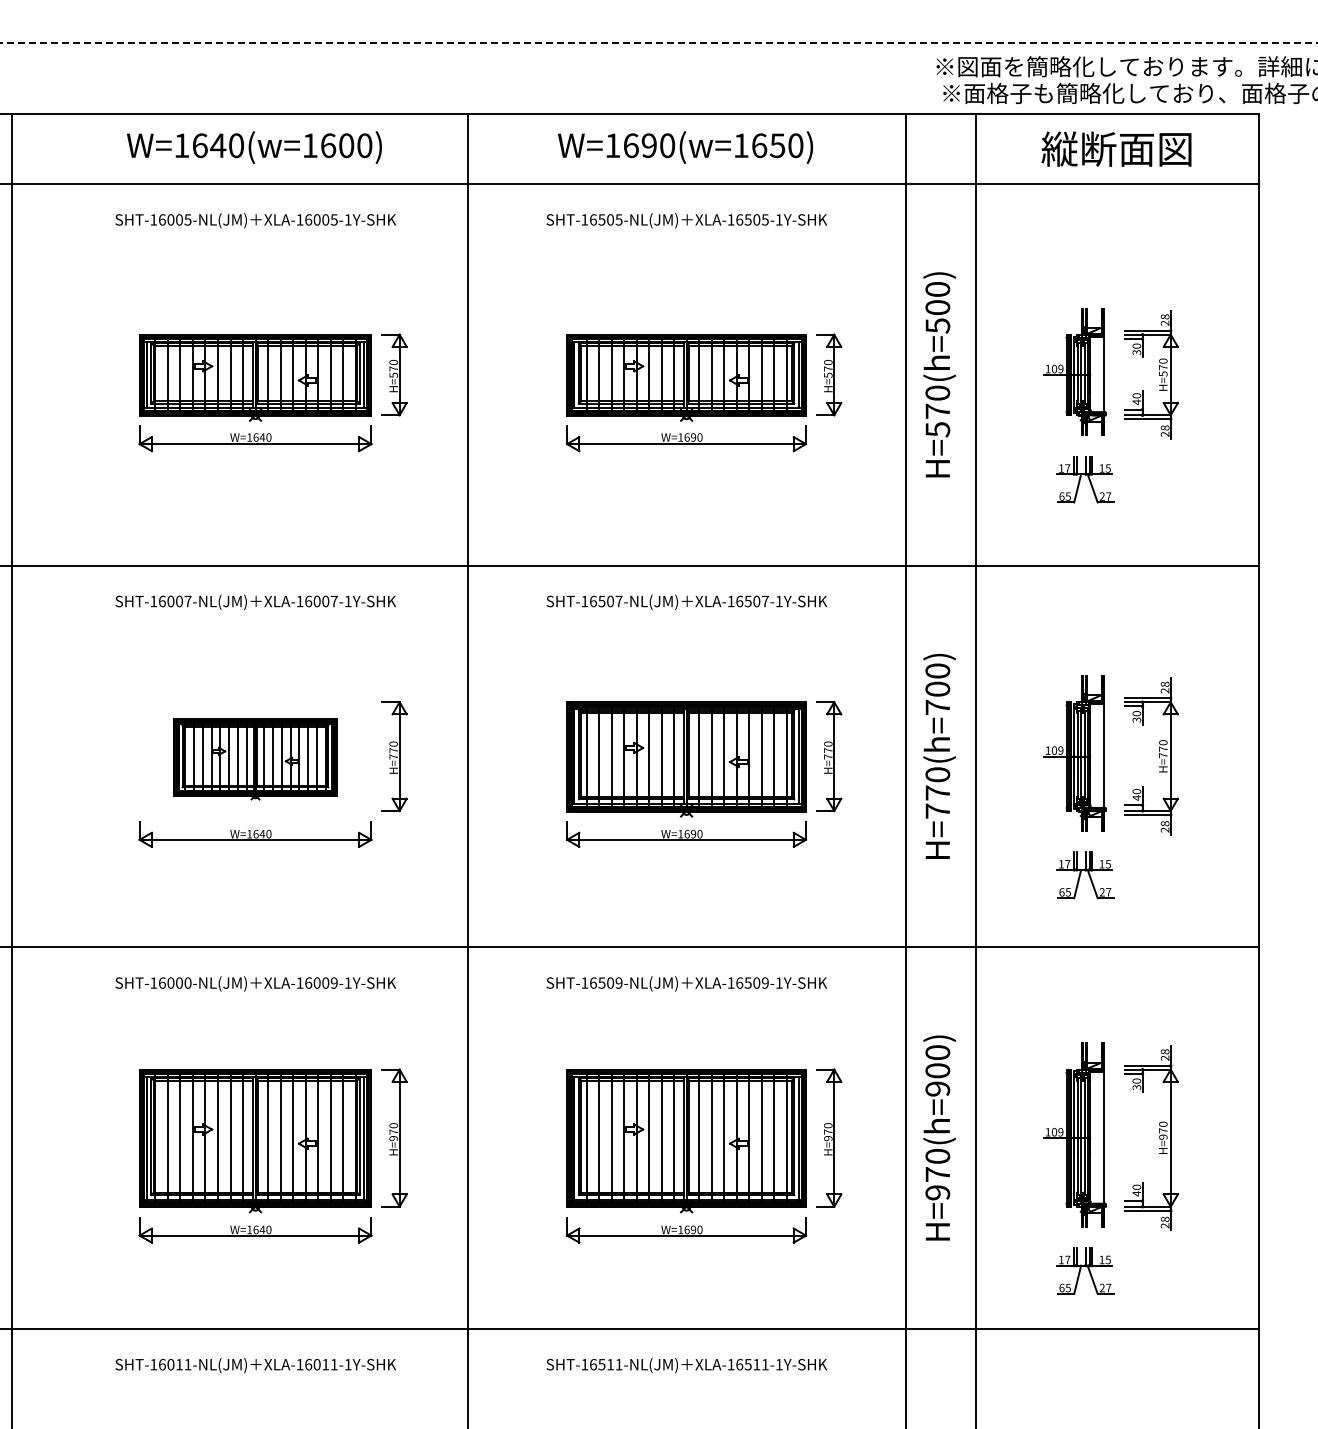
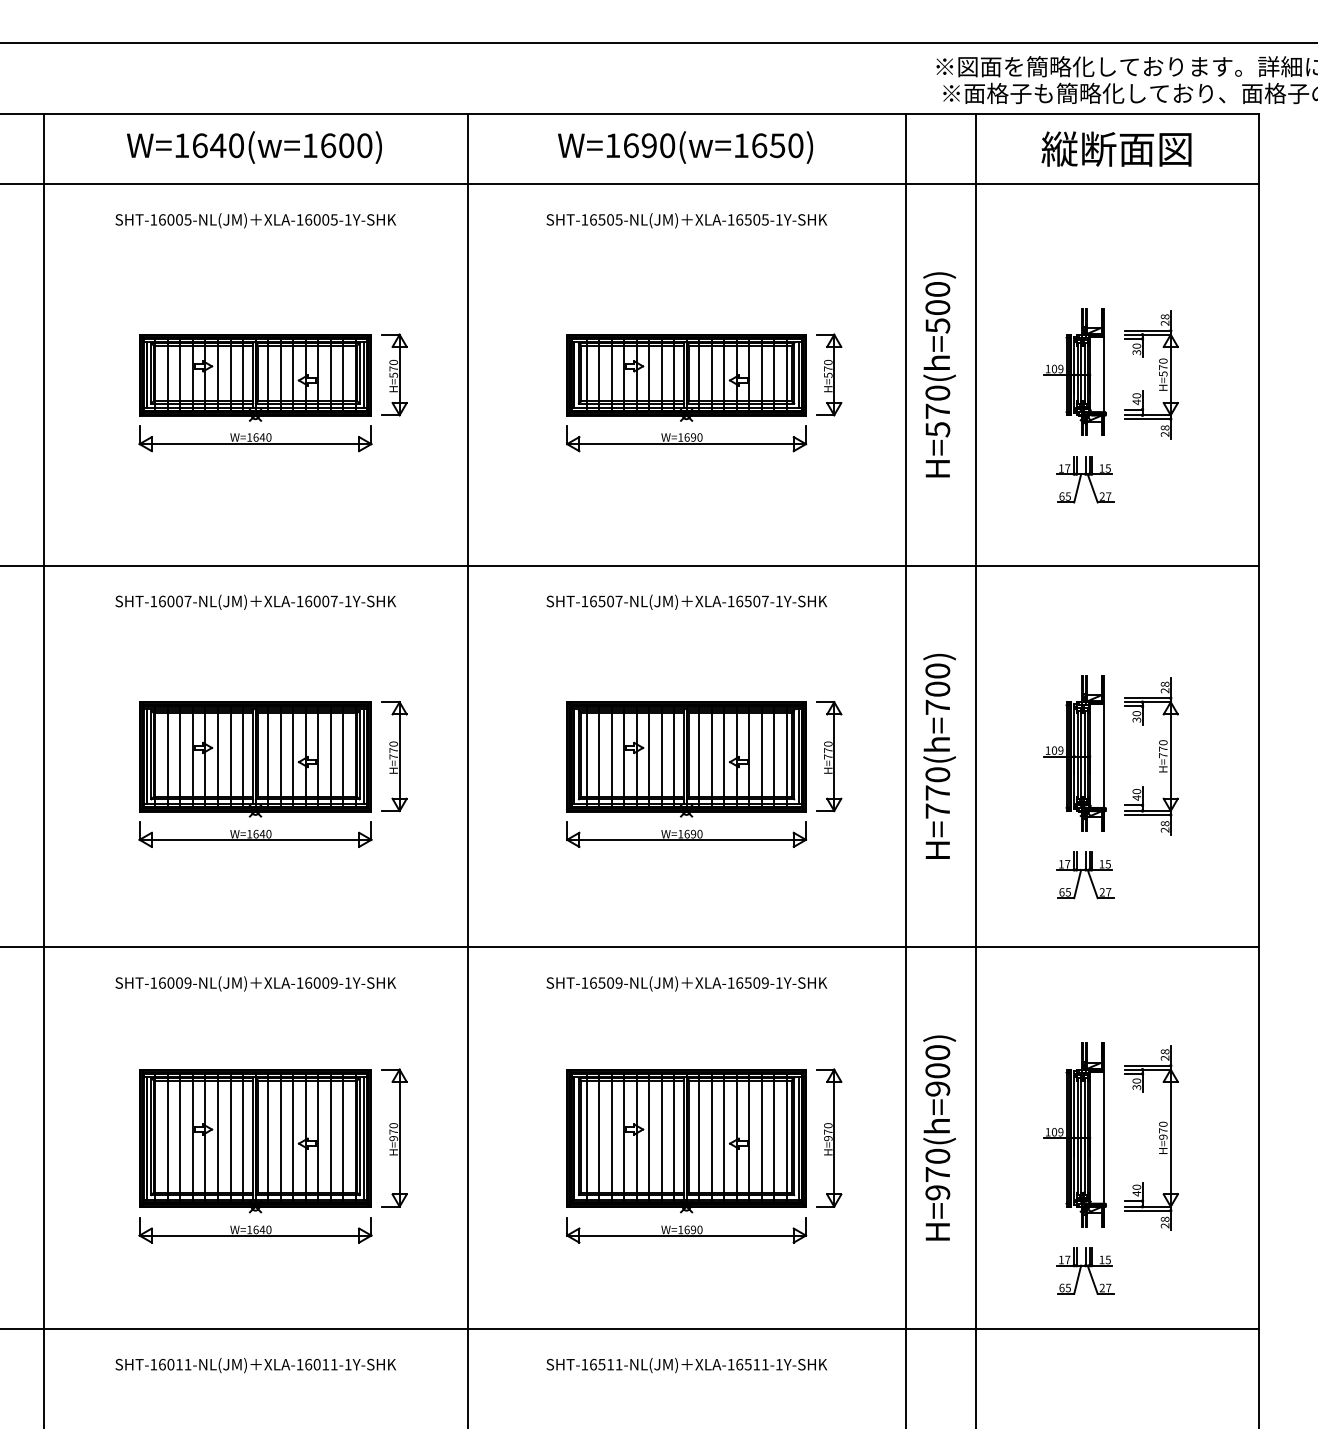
line at (659, 42): dashed -> solid
part at (255, 759) size: 165x83 px -> 233x117 px
line at (11, 769) position: (11, 769) -> (43, 769)
text at (187, 982): SHT-16000-NL(JM) -> SHT-16009-NL(JM)
